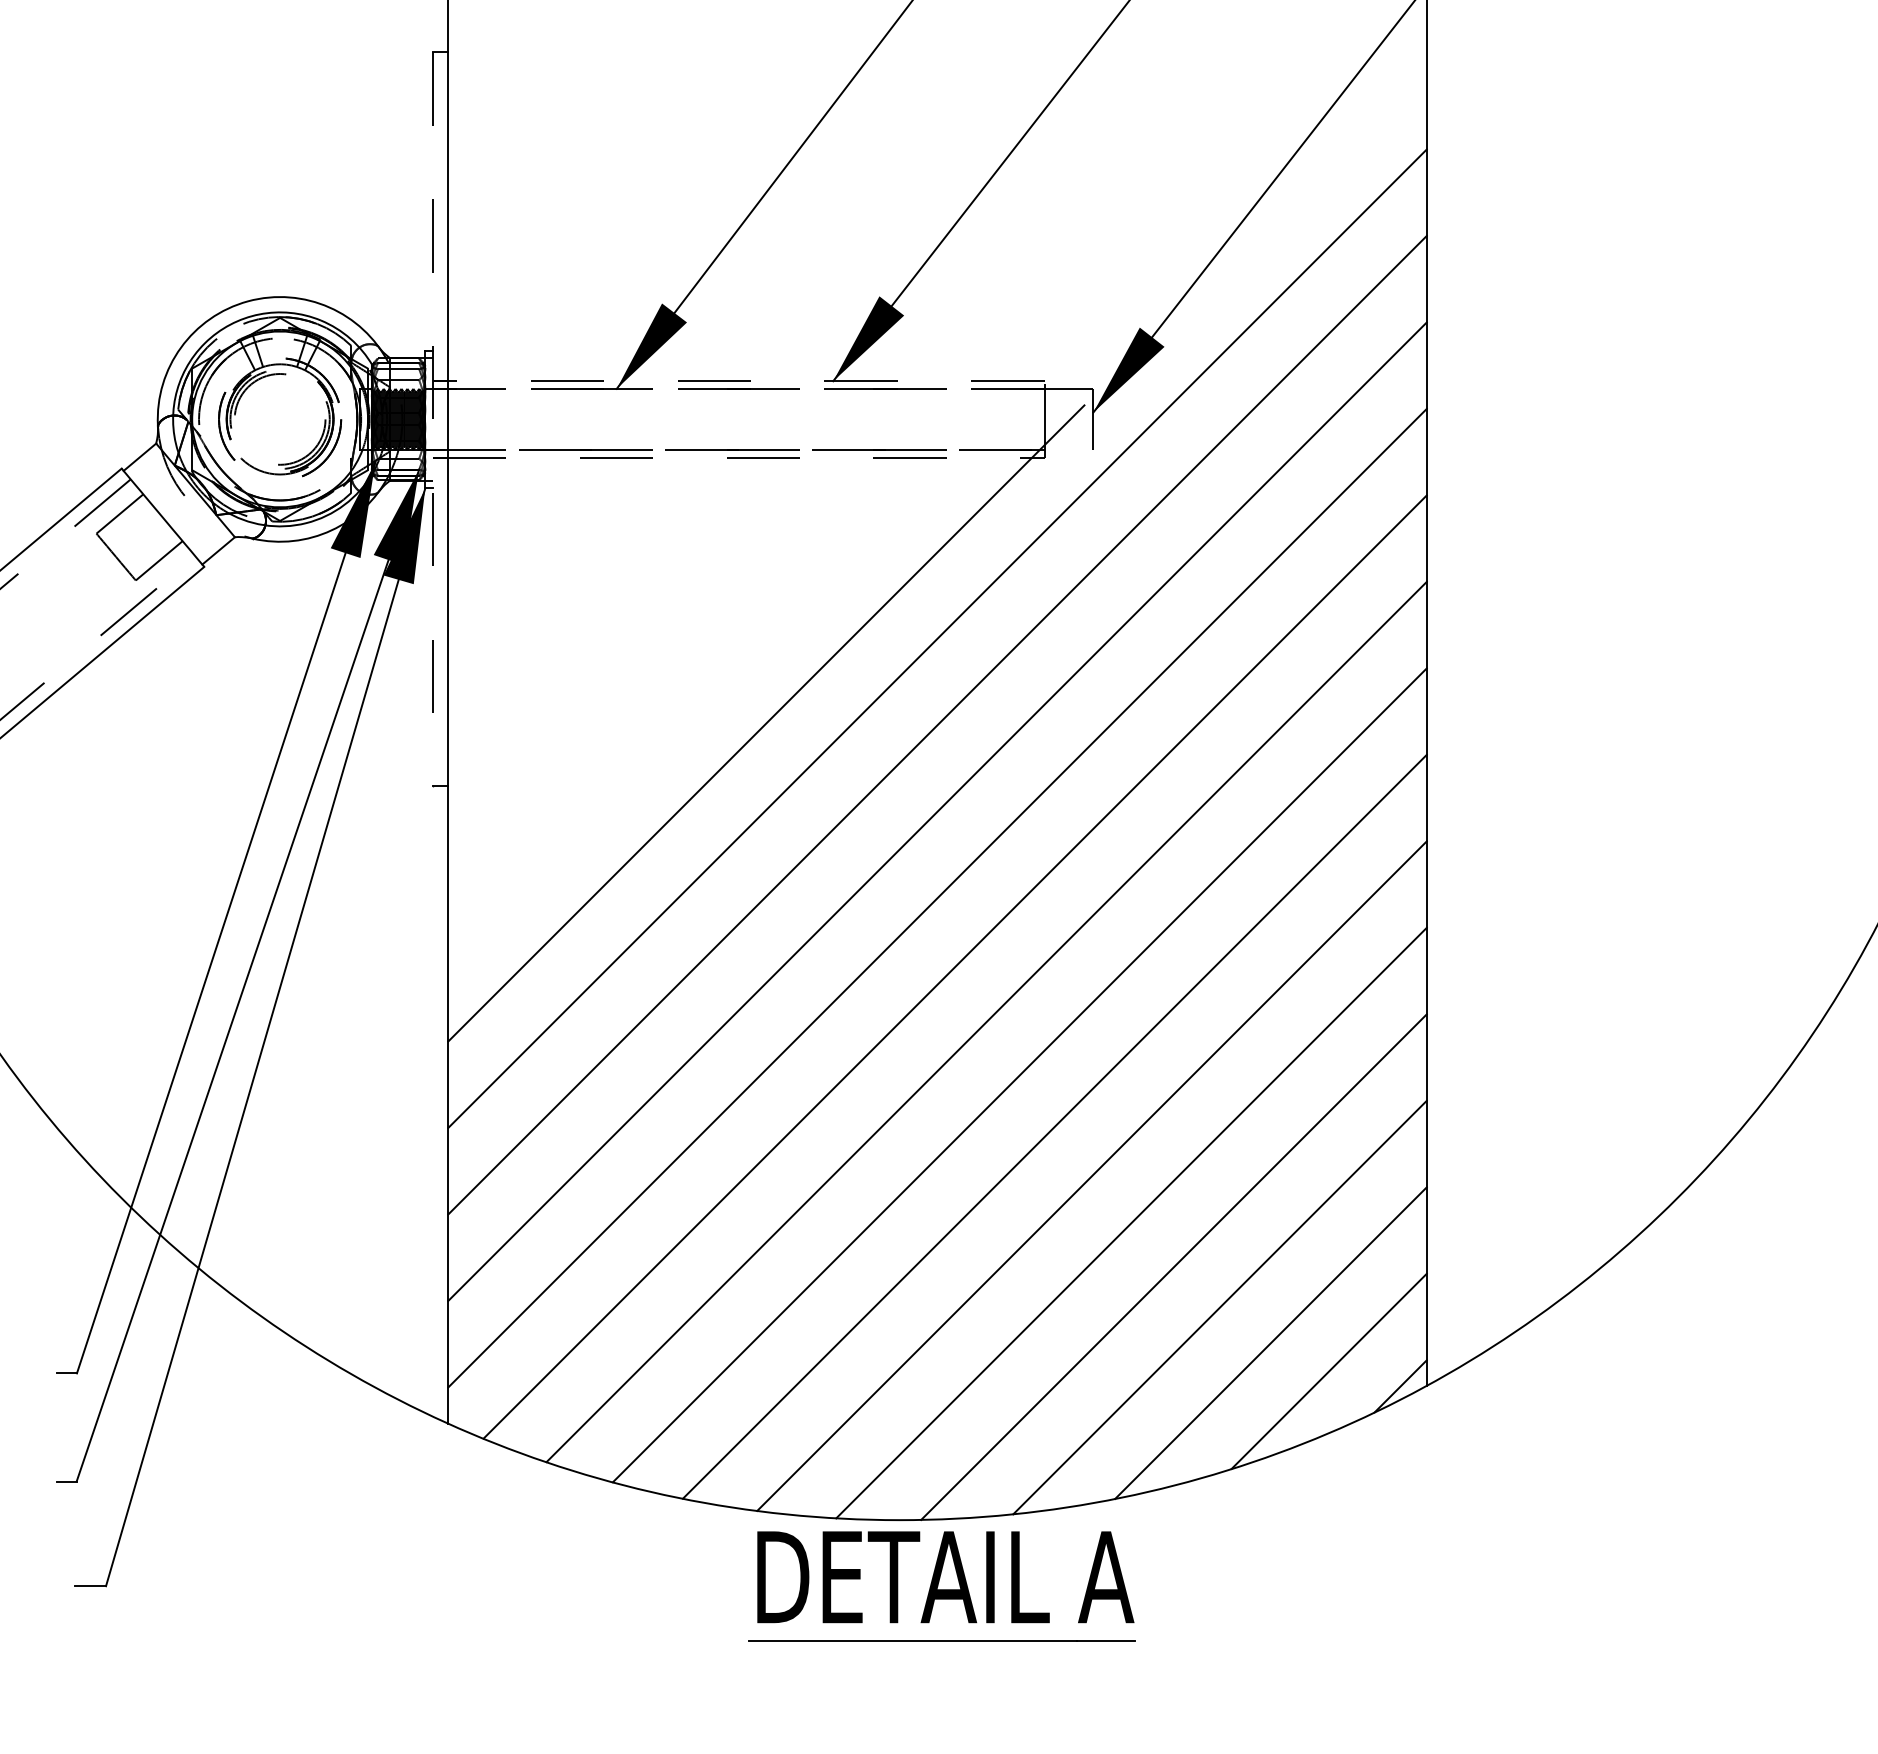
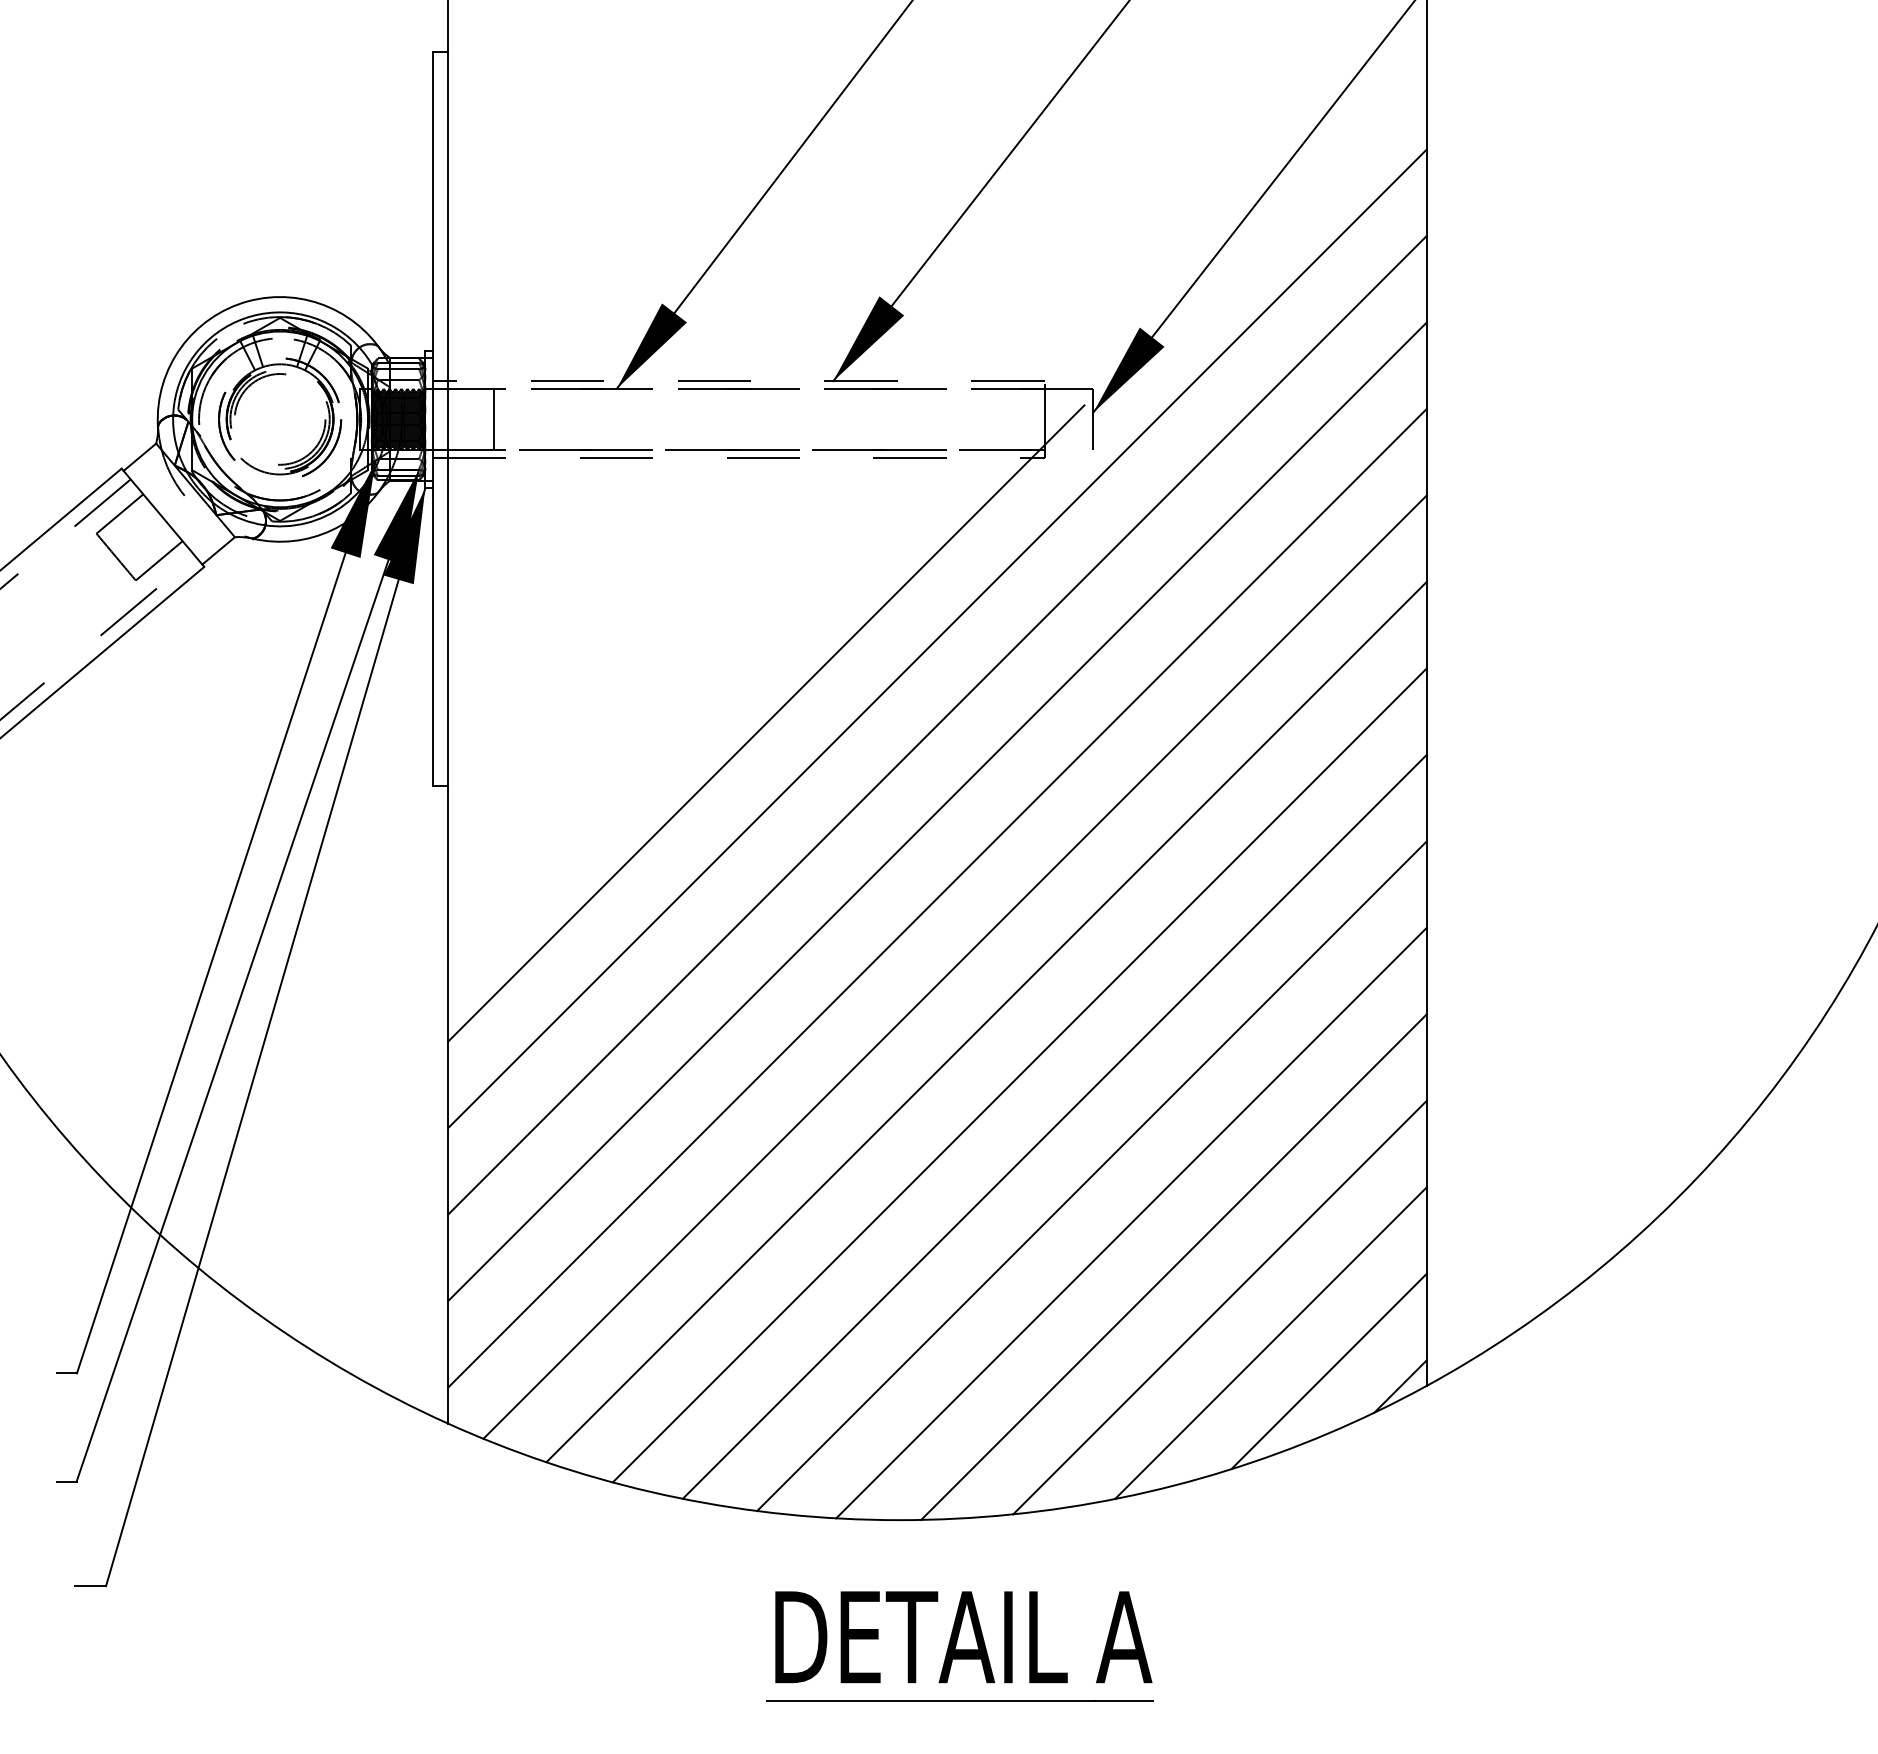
line at (432, 419): dashed -> solid
line at (494, 419): none -> present
part at (941, 1586) position: (941, 1586) -> (959, 1646)
